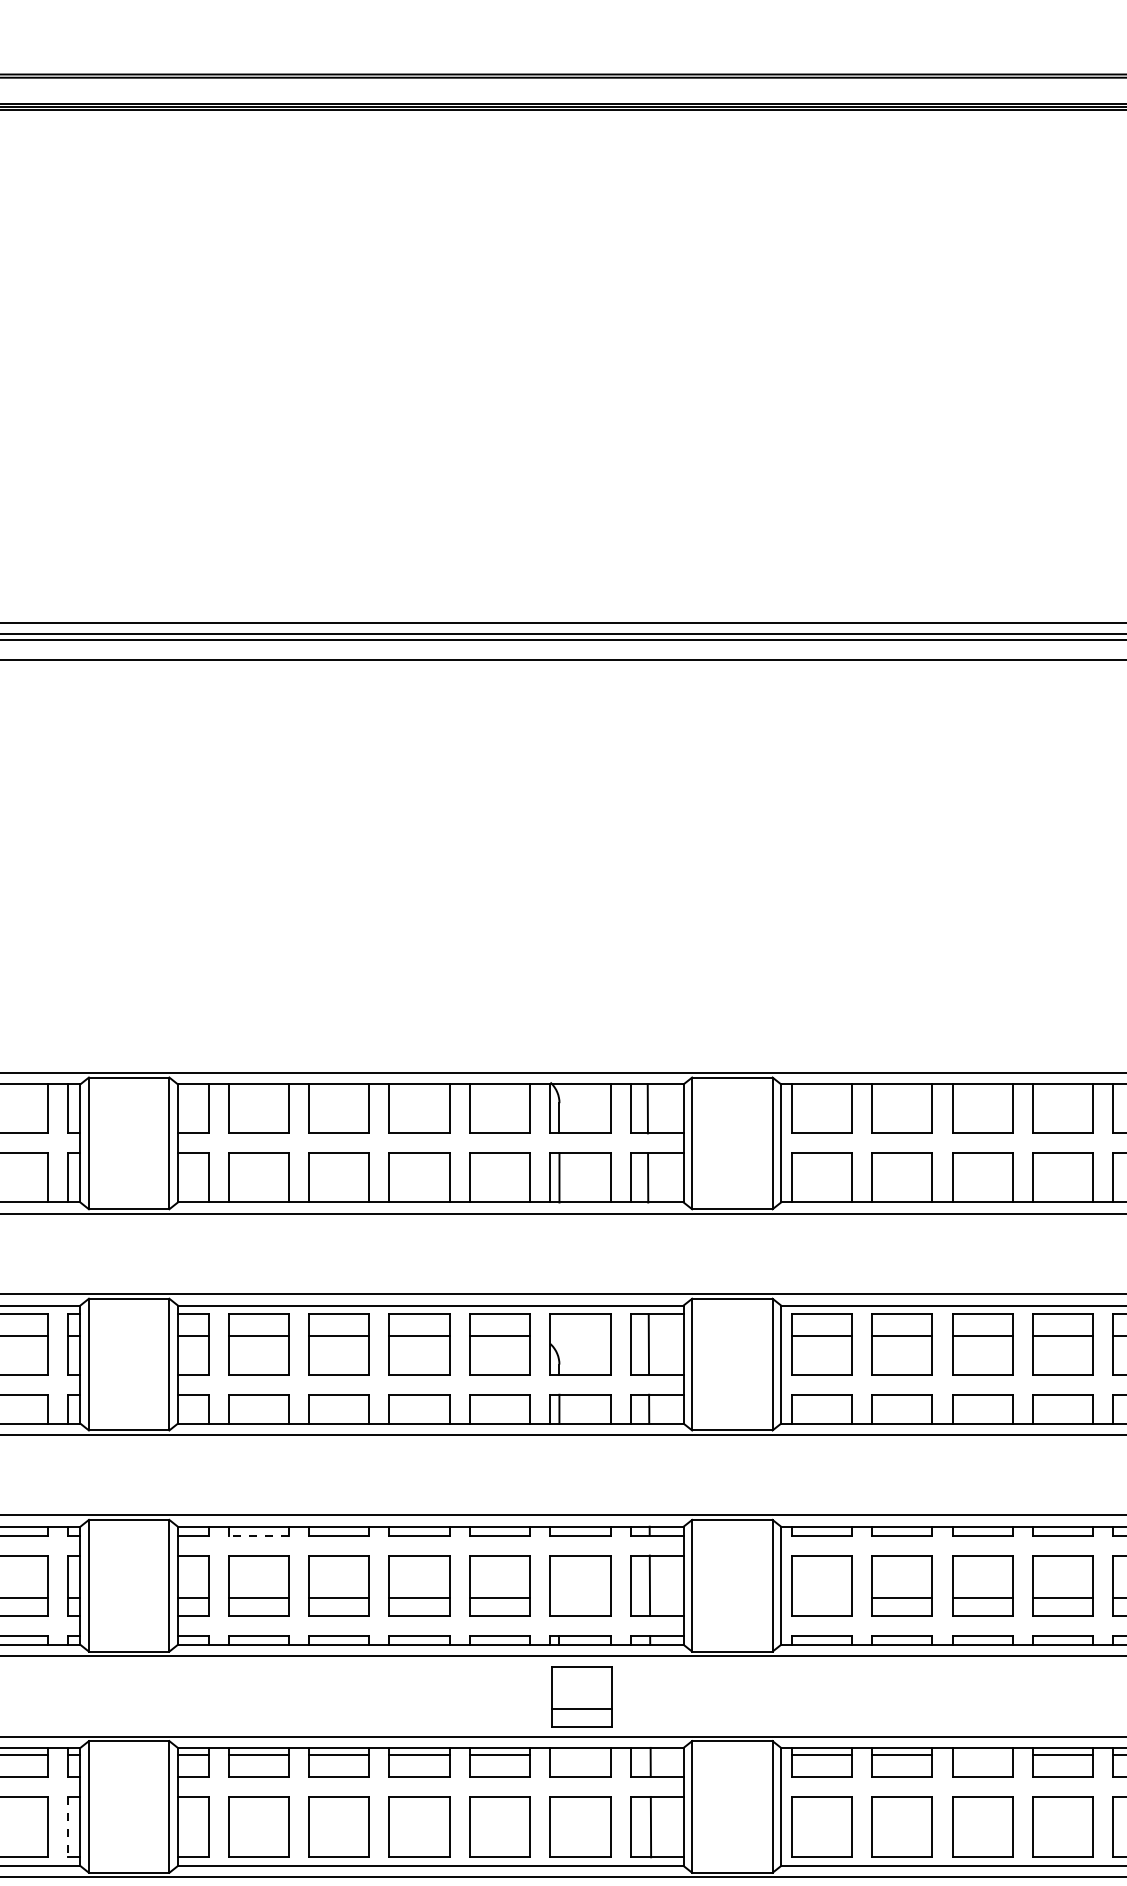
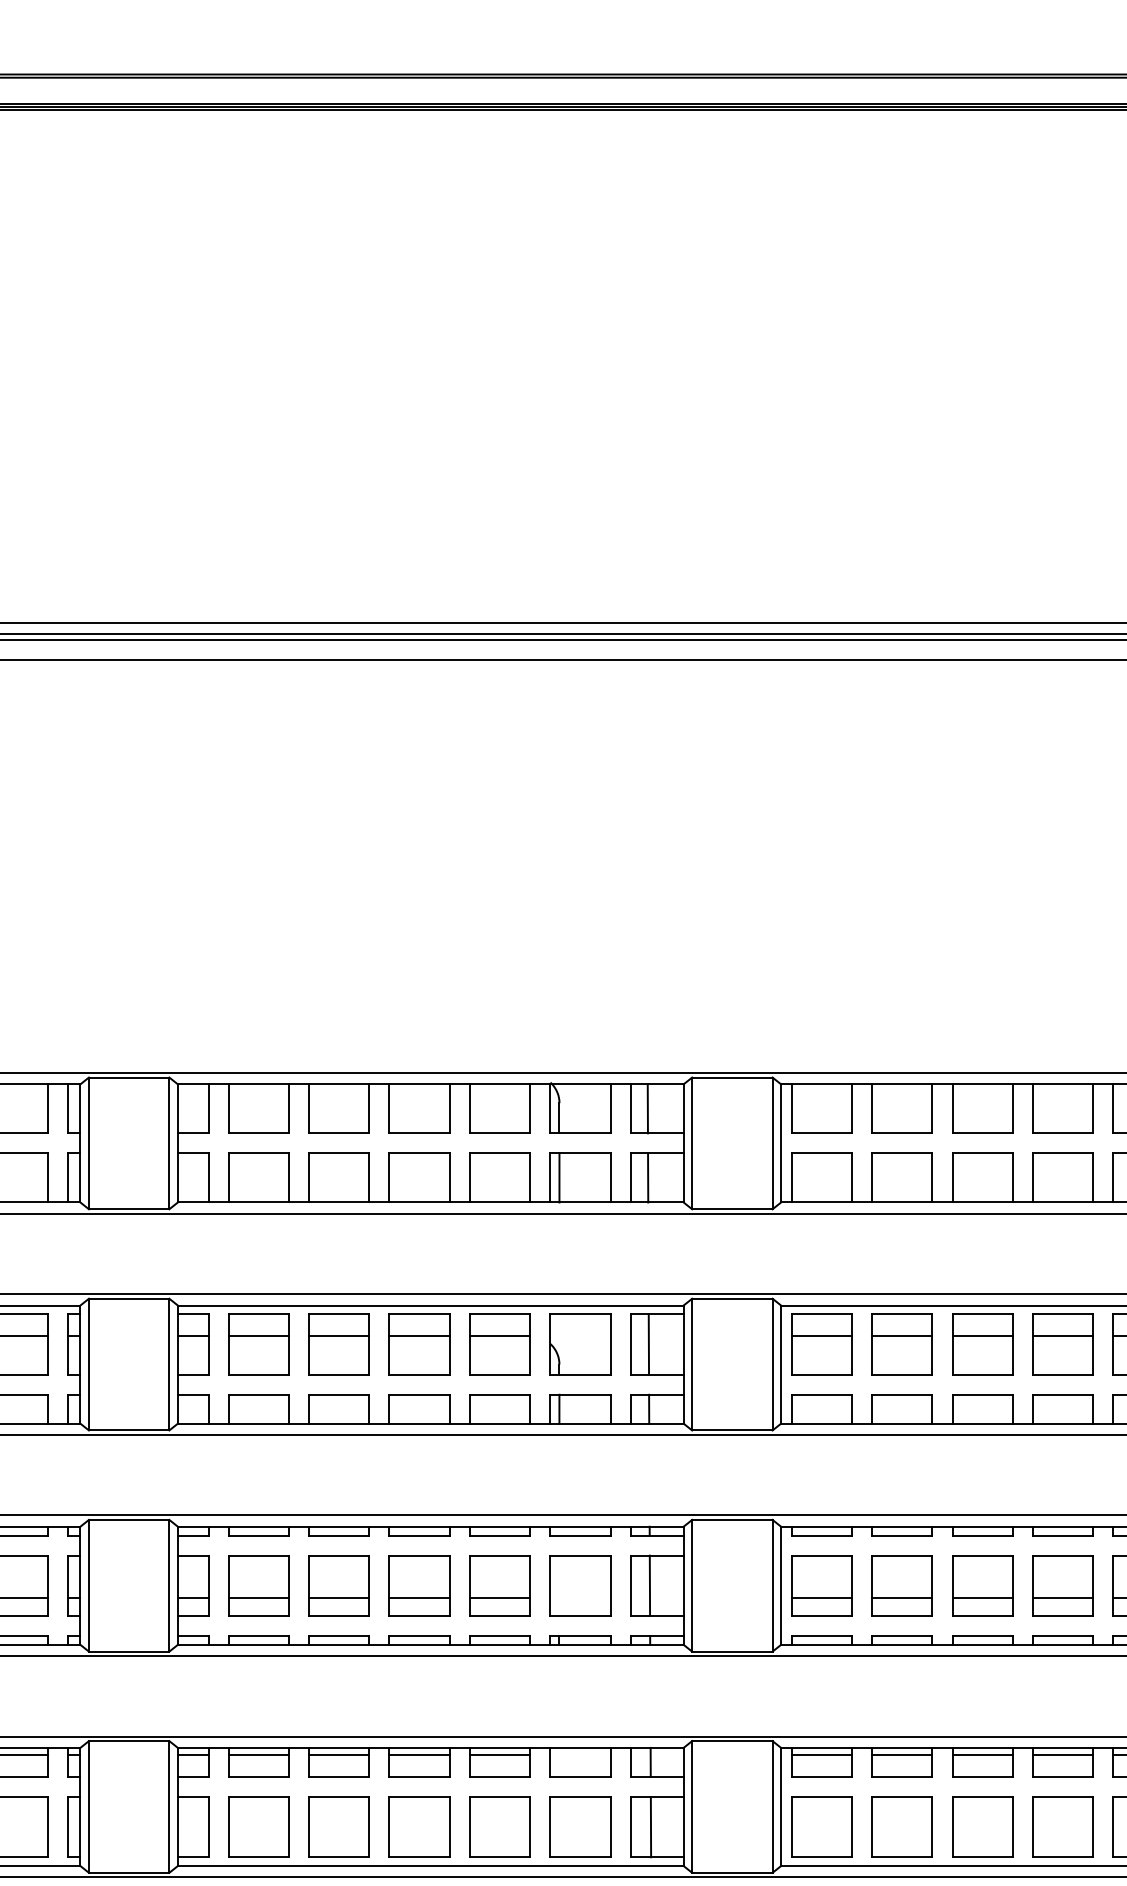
line at (258, 1535): dashed -> solid
line at (821, 1597): none -> present
part at (581, 1696): present -> none
line at (982, 1754): none -> present
line at (67, 1827): dashed -> solid
